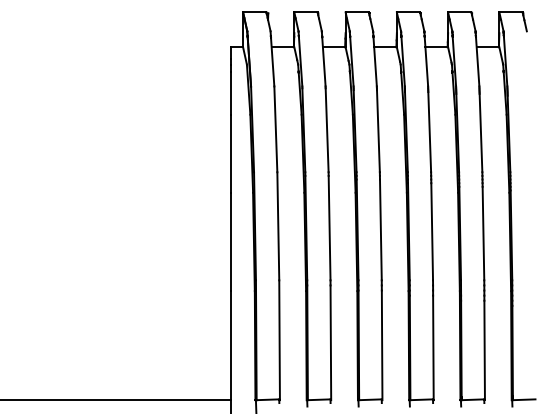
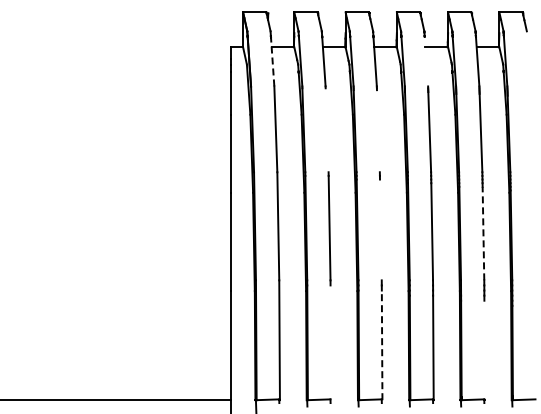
line at (426, 61): present -> none
line at (272, 62): solid -> dashed
line at (326, 130): present -> none
line at (377, 131): present -> none
line at (380, 229): present -> none
line at (483, 233): solid -> dashed
line at (330, 342): present -> none
line at (382, 345): solid -> dashed
line at (484, 349): present -> none
